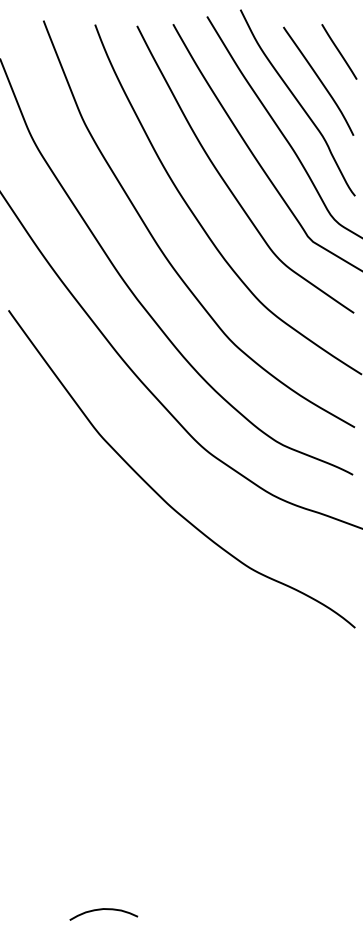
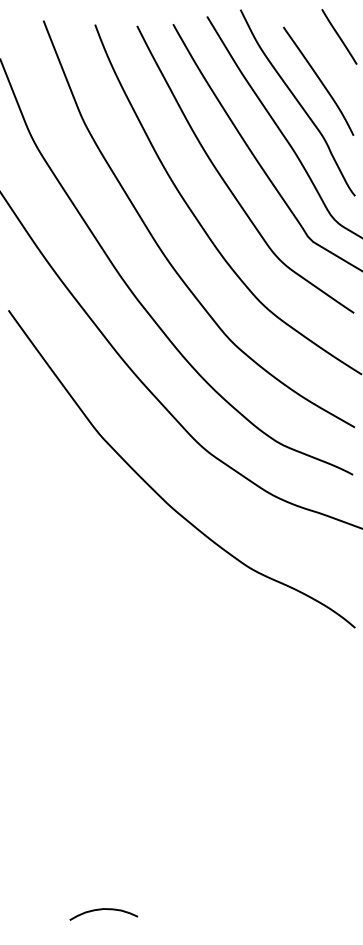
line at (339, 51) position: (339, 51) -> (339, 36)
